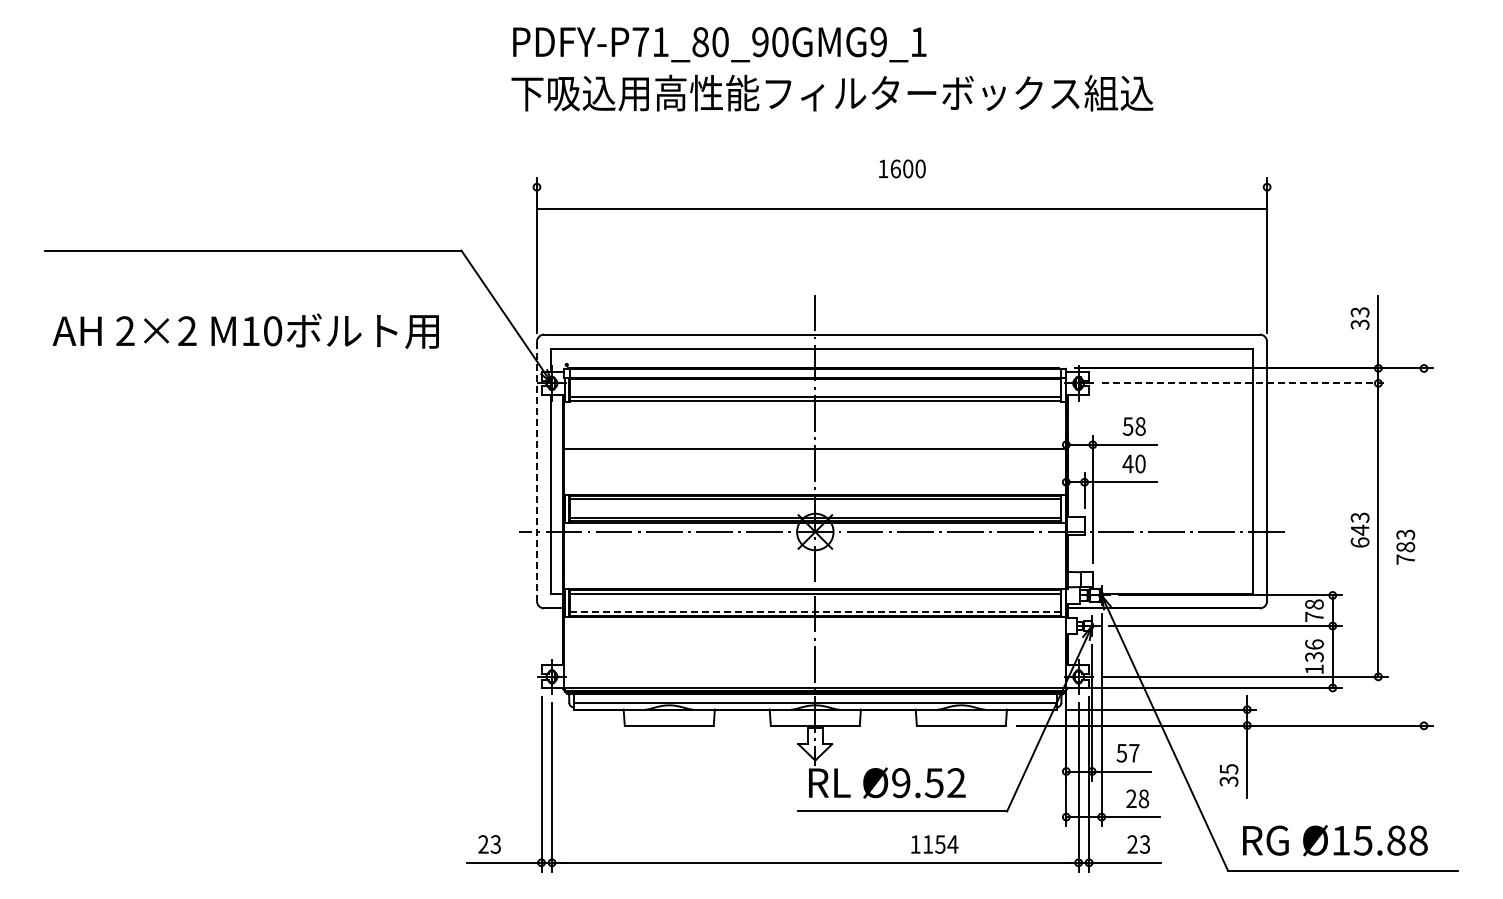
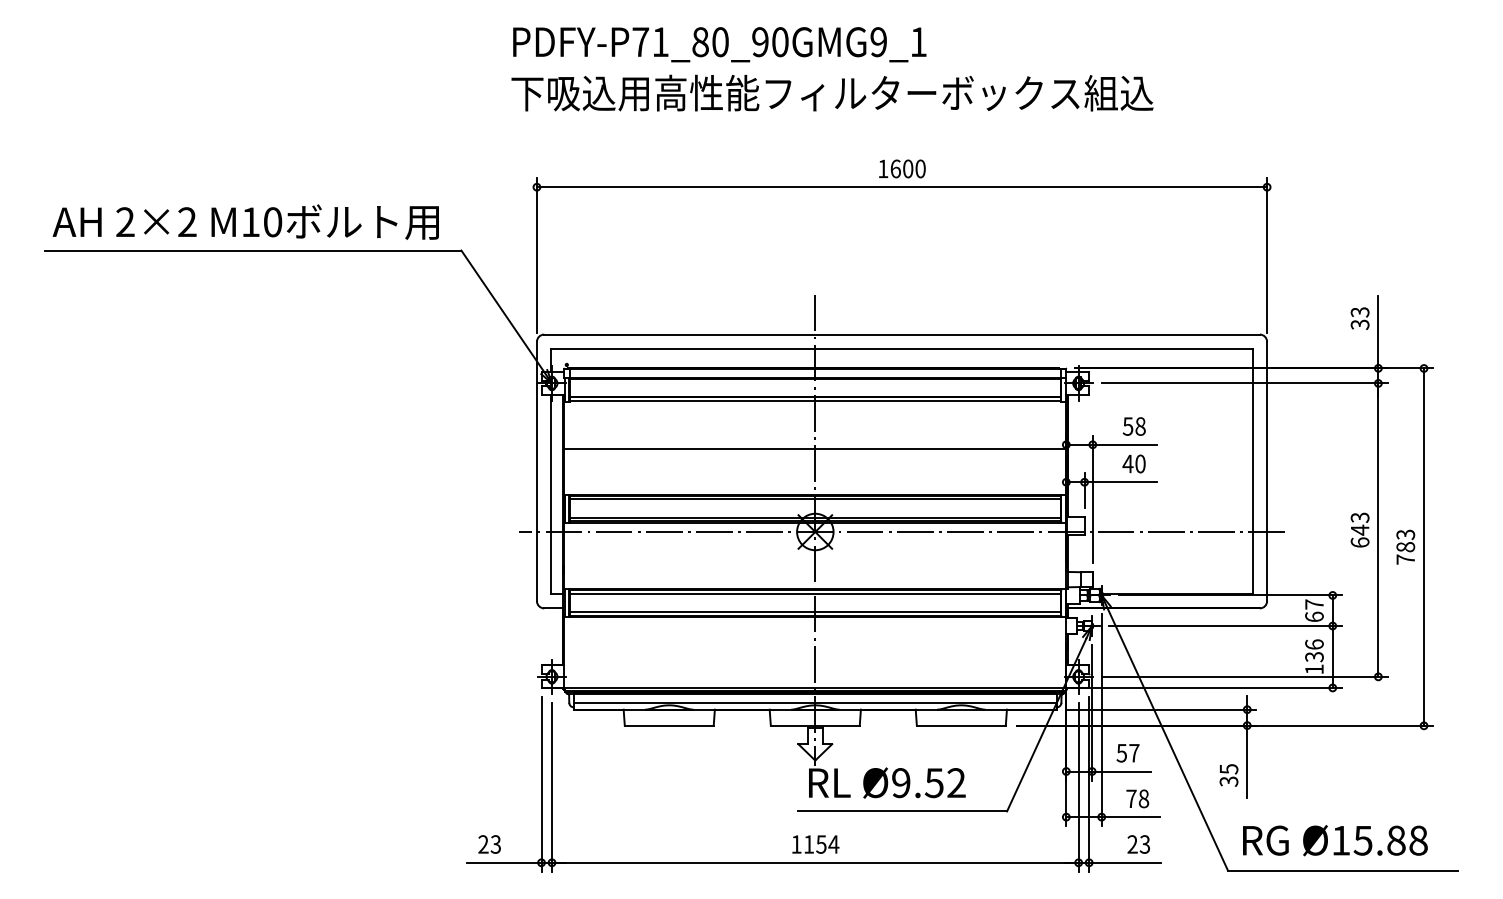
line at (901, 209) position: (901, 209) -> (901, 187)
text at (245, 330) position: (245, 330) -> (245, 221)
line at (1244, 383): dashed -> solid
line at (536, 471): dashed -> solid
line at (1424, 546): none -> present
text at (1314, 610): 78 -> 67
line at (815, 611): dashed -> solid
text at (1131, 798): 28 -> 78
text at (934, 844) position: (934, 844) -> (815, 844)
